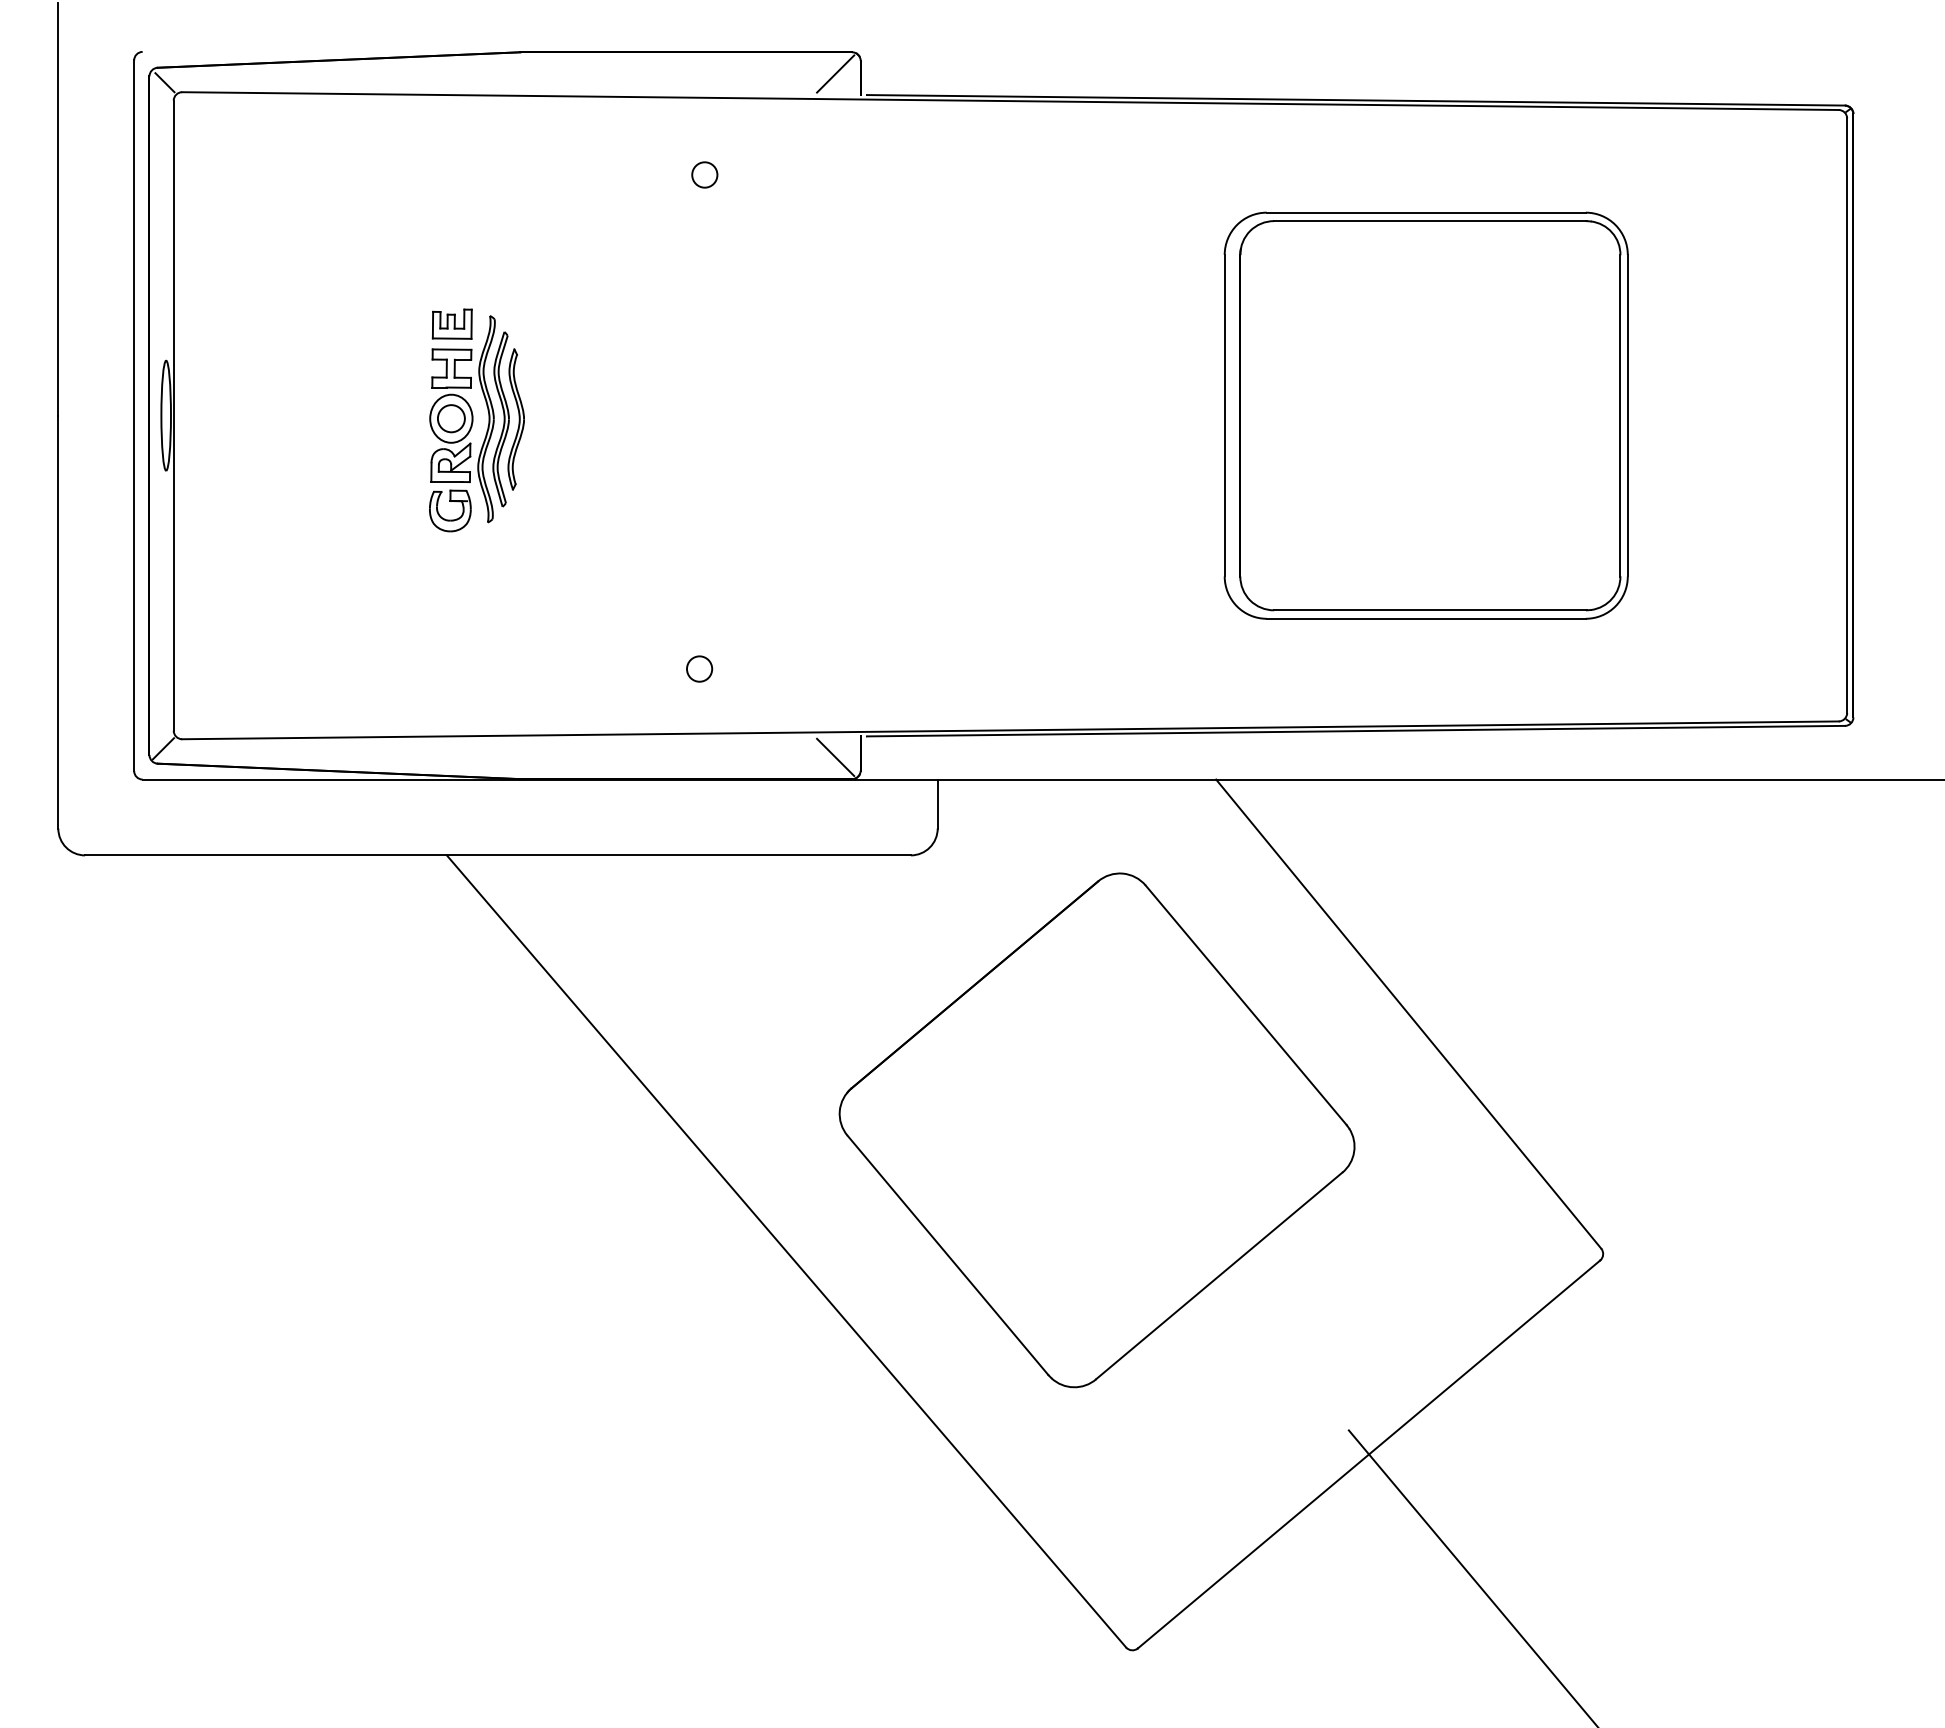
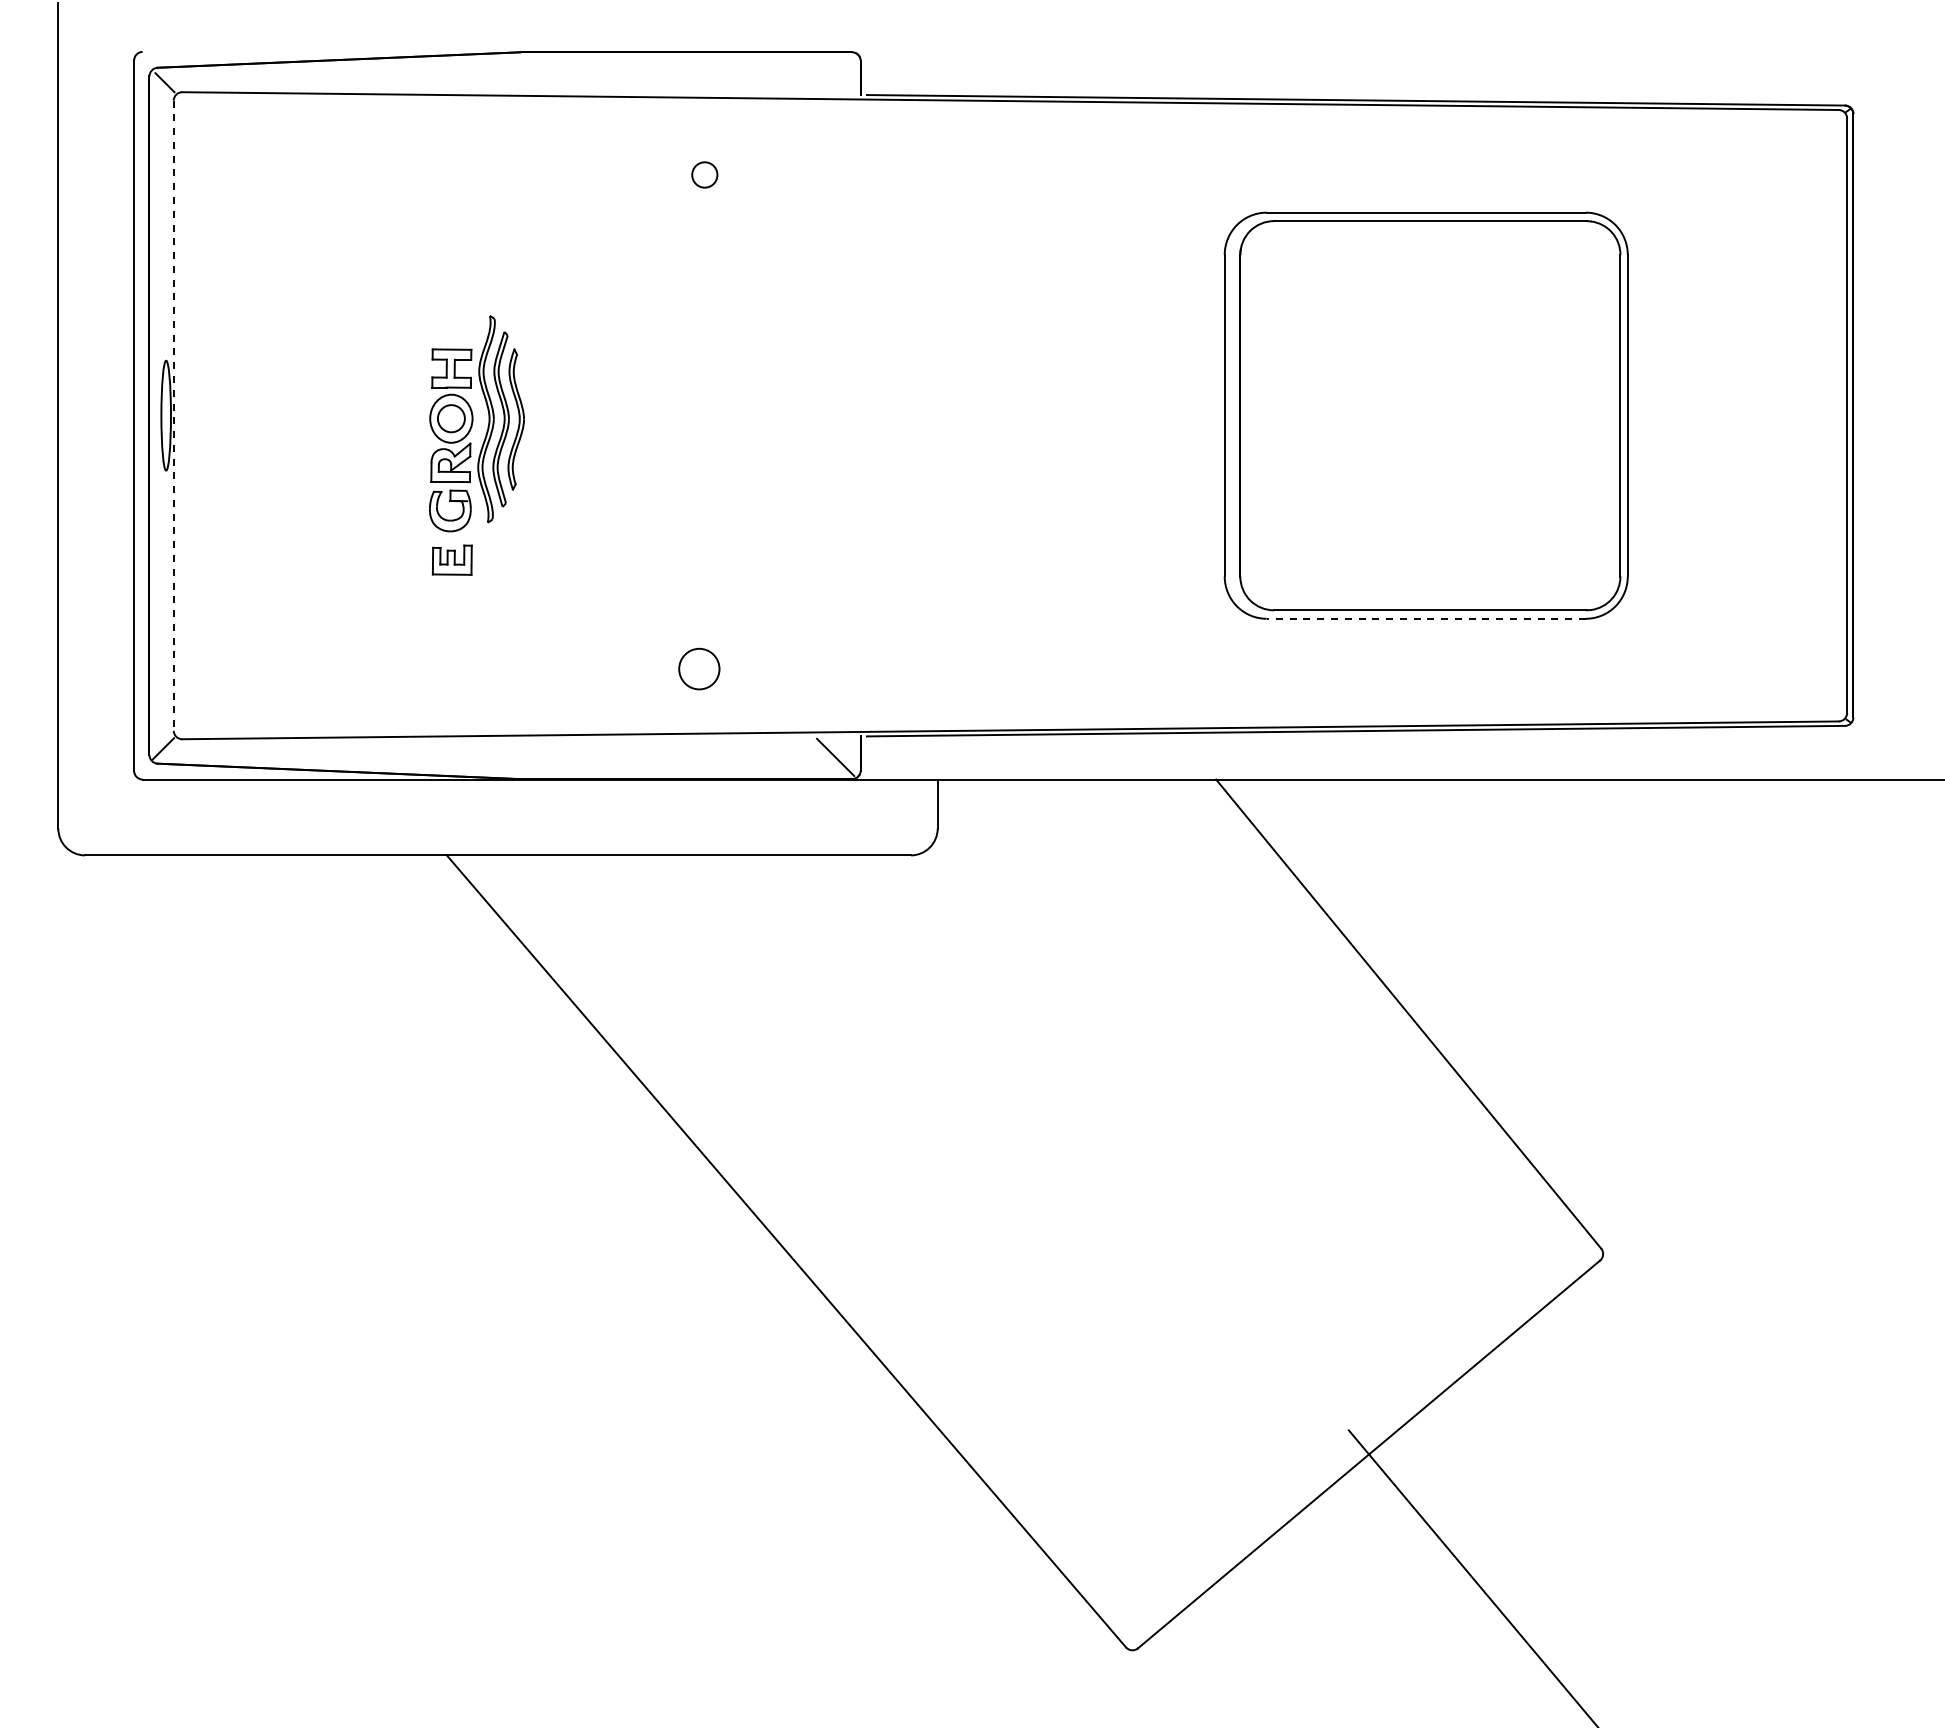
line at (835, 73): present -> none
part at (451, 323) position: (451, 323) -> (451, 559)
line at (173, 416): solid -> dashed
line at (1426, 618): solid -> dashed
part at (699, 668) size: 28x28 px -> 43x44 px
part at (1096, 1130): present -> none
